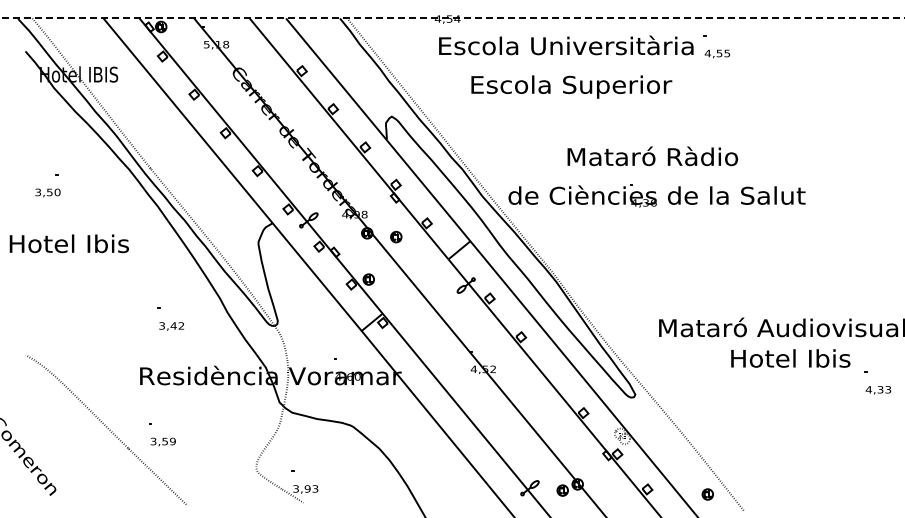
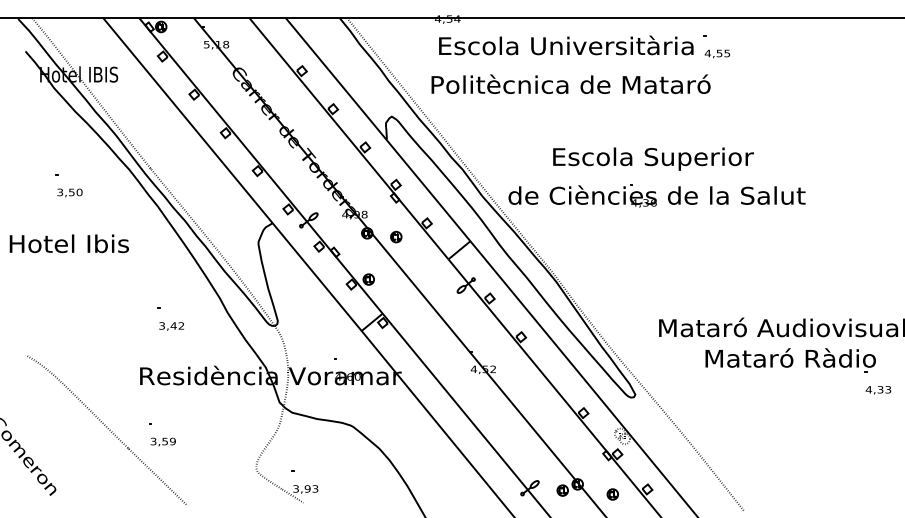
line at (451, 18): dashed -> solid
text at (570, 86): Escola Superior -> Politècnica de Mataró
text at (653, 158): Mataró Ràdio -> Escola Superior
text at (47, 192) position: (47, 192) -> (69, 192)
text at (790, 357): Hotel Ibis -> Mataró Ràdio
part at (707, 494) position: (707, 494) -> (612, 494)
